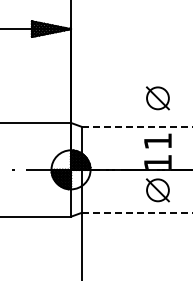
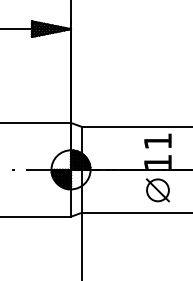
part at (157, 98): present -> none
line at (137, 126): dashed -> solid
line at (137, 212): dashed -> solid
